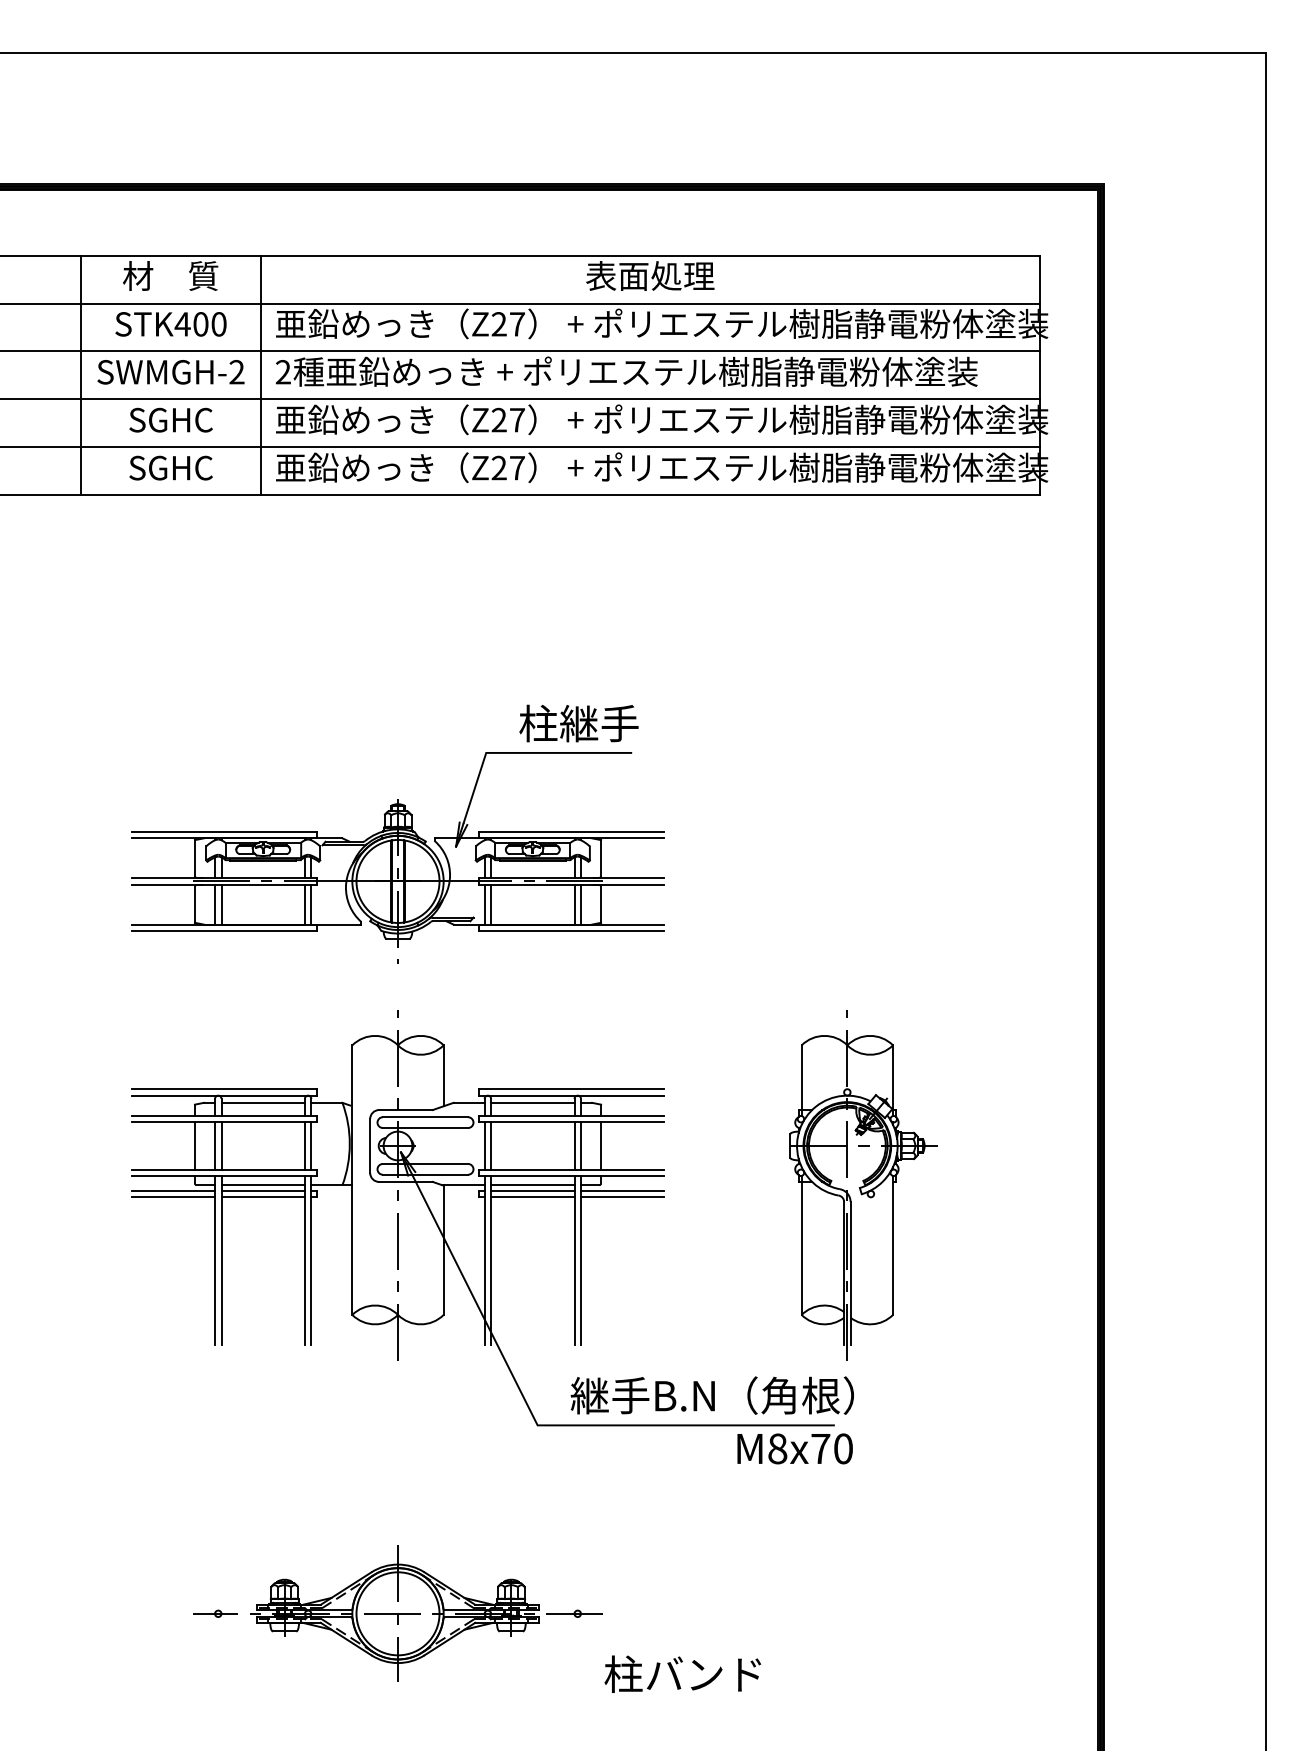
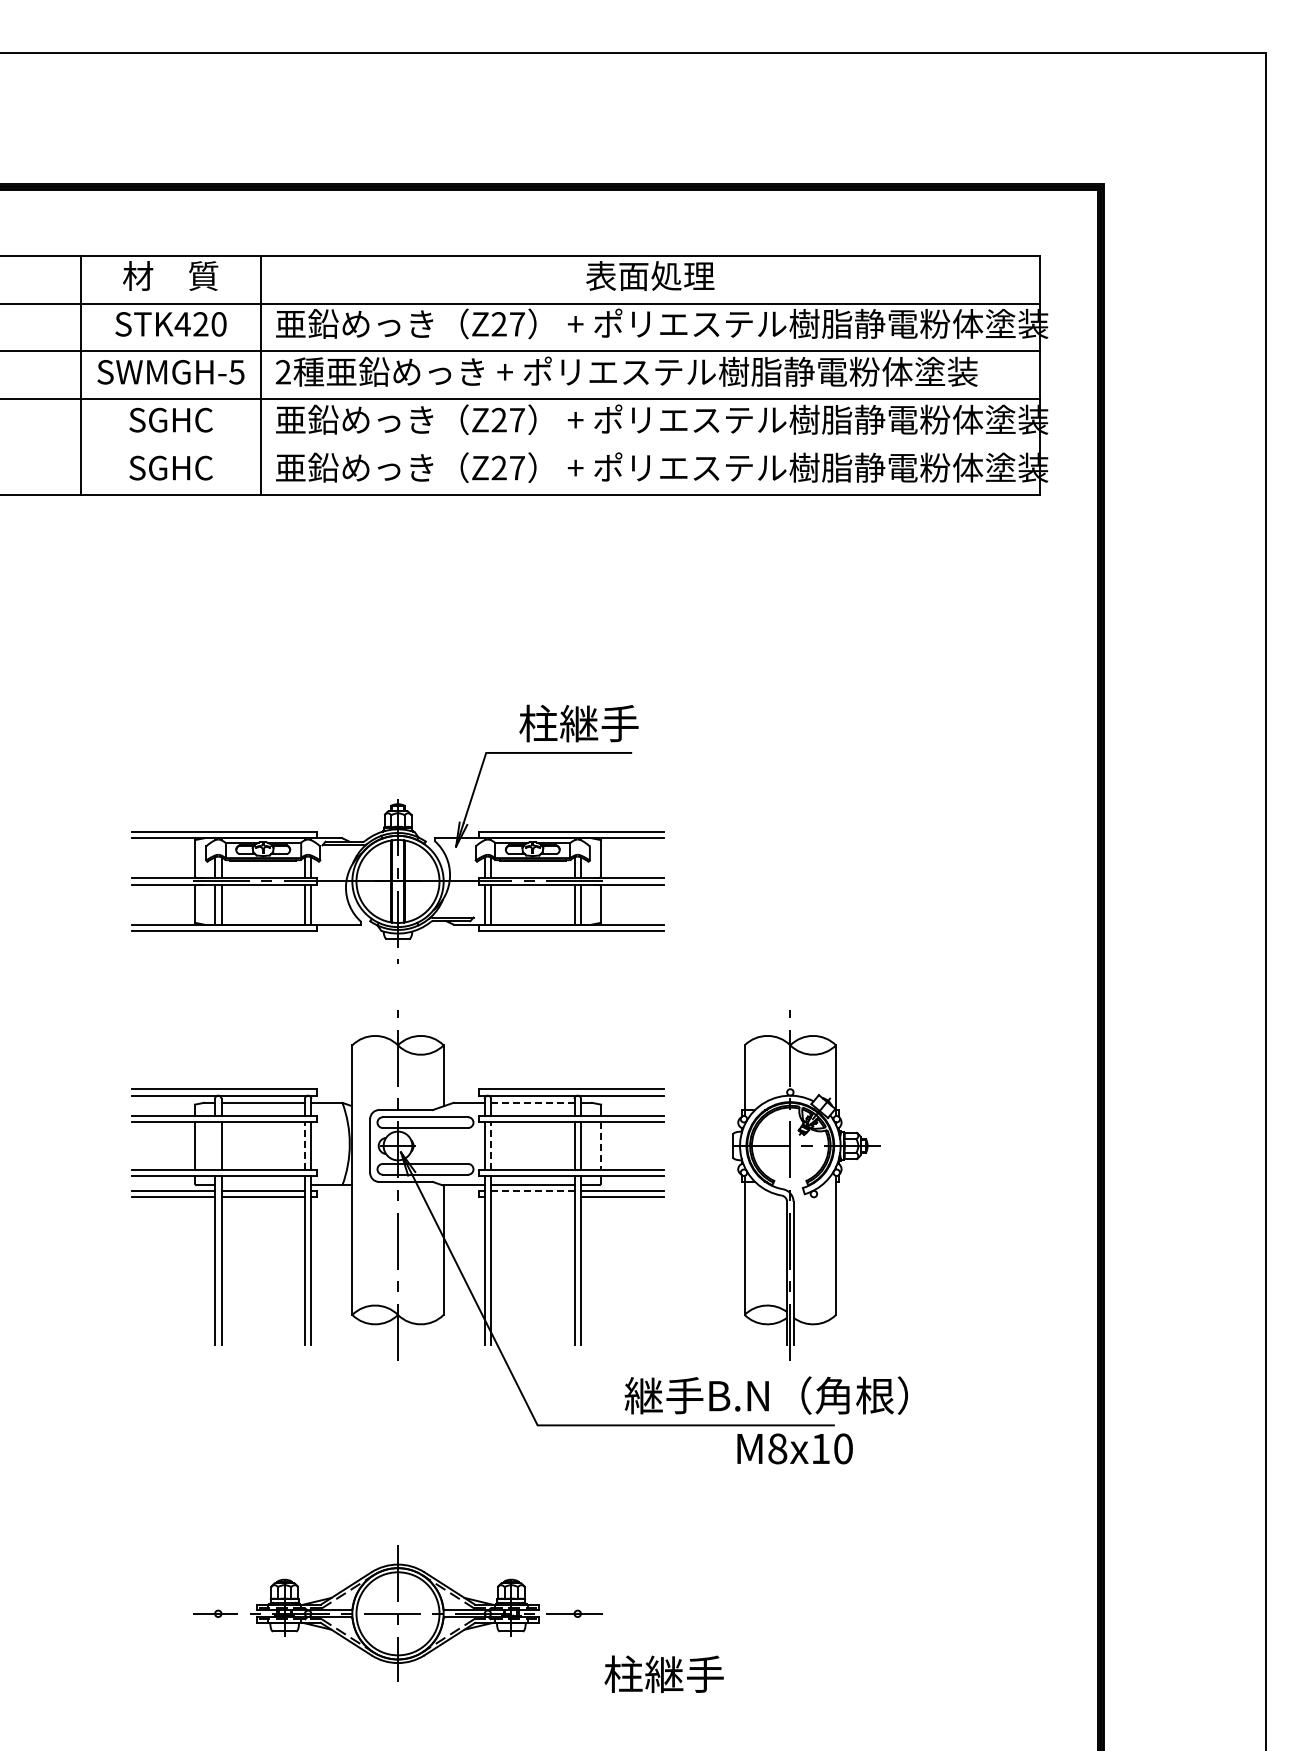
text at (200, 324): STK400 -> STK420
text at (236, 372): SWMGH-2 -> SWMGH-5
line at (520, 447): present -> none
line at (532, 1102): solid -> dashed
line at (215, 1145): present -> none
line at (304, 1145): solid -> dashed
line at (491, 1145): solid -> dashed
line at (601, 1145): solid -> dashed
line at (262, 1185): present -> none
part at (863, 1185) position: (863, 1185) -> (806, 1185)
line at (532, 1190): solid -> dashed
line at (532, 1197): present -> none
text at (711, 1395) position: (711, 1395) -> (765, 1395)
text at (820, 1448): M8x70 -> M8x10
text at (703, 1673): 柱バンド -> 柱継手
